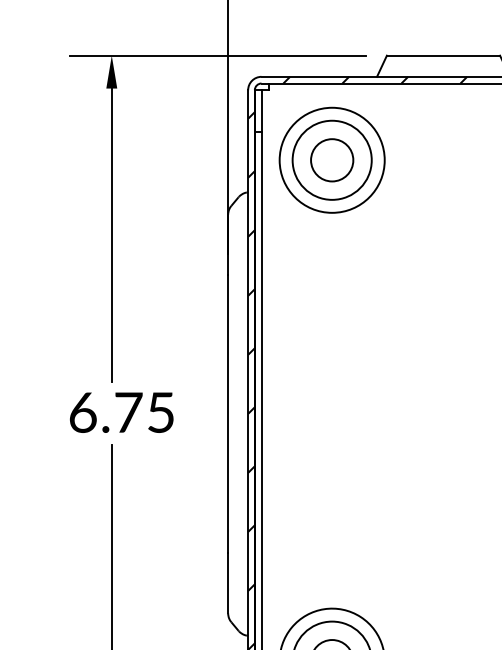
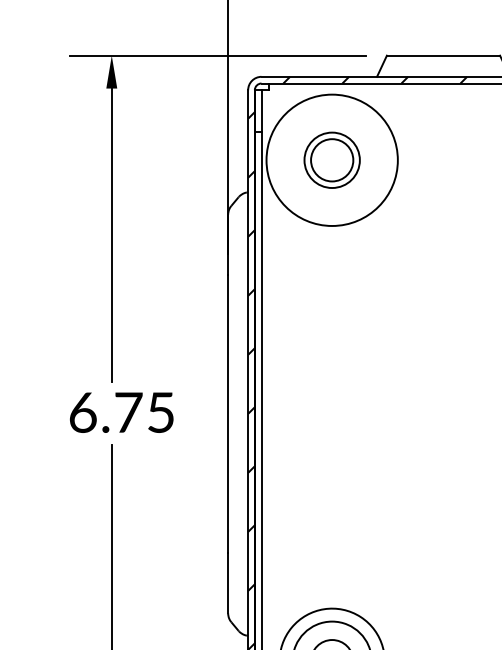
circle at (331, 159) diameter: 105 px -> 131 px
circle at (331, 159) diameter: 79 px -> 55 px
